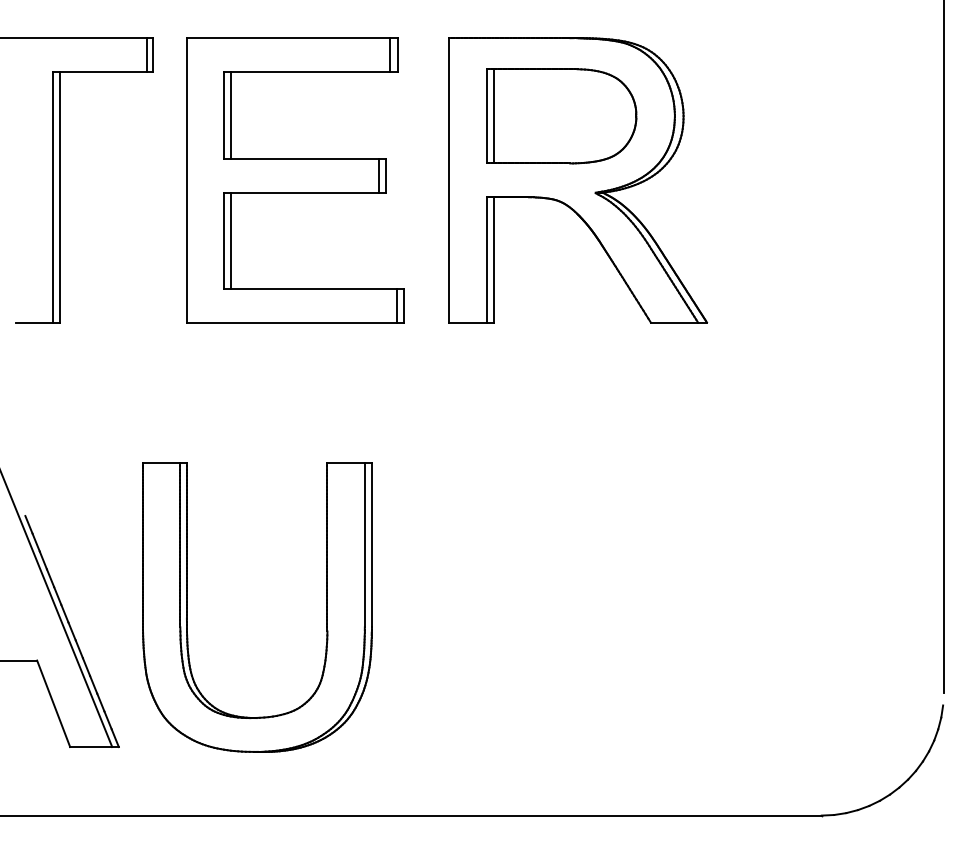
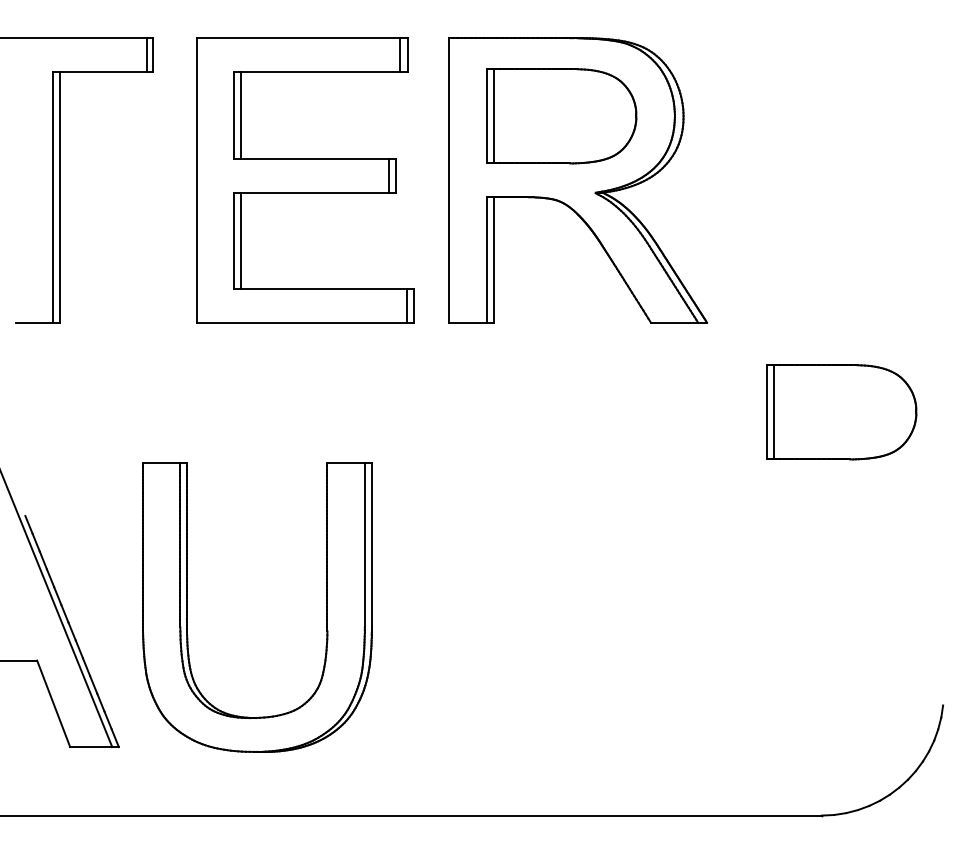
part at (295, 180) position: (295, 180) -> (305, 180)
line at (943, 347): present -> none
part at (841, 412): none -> present
